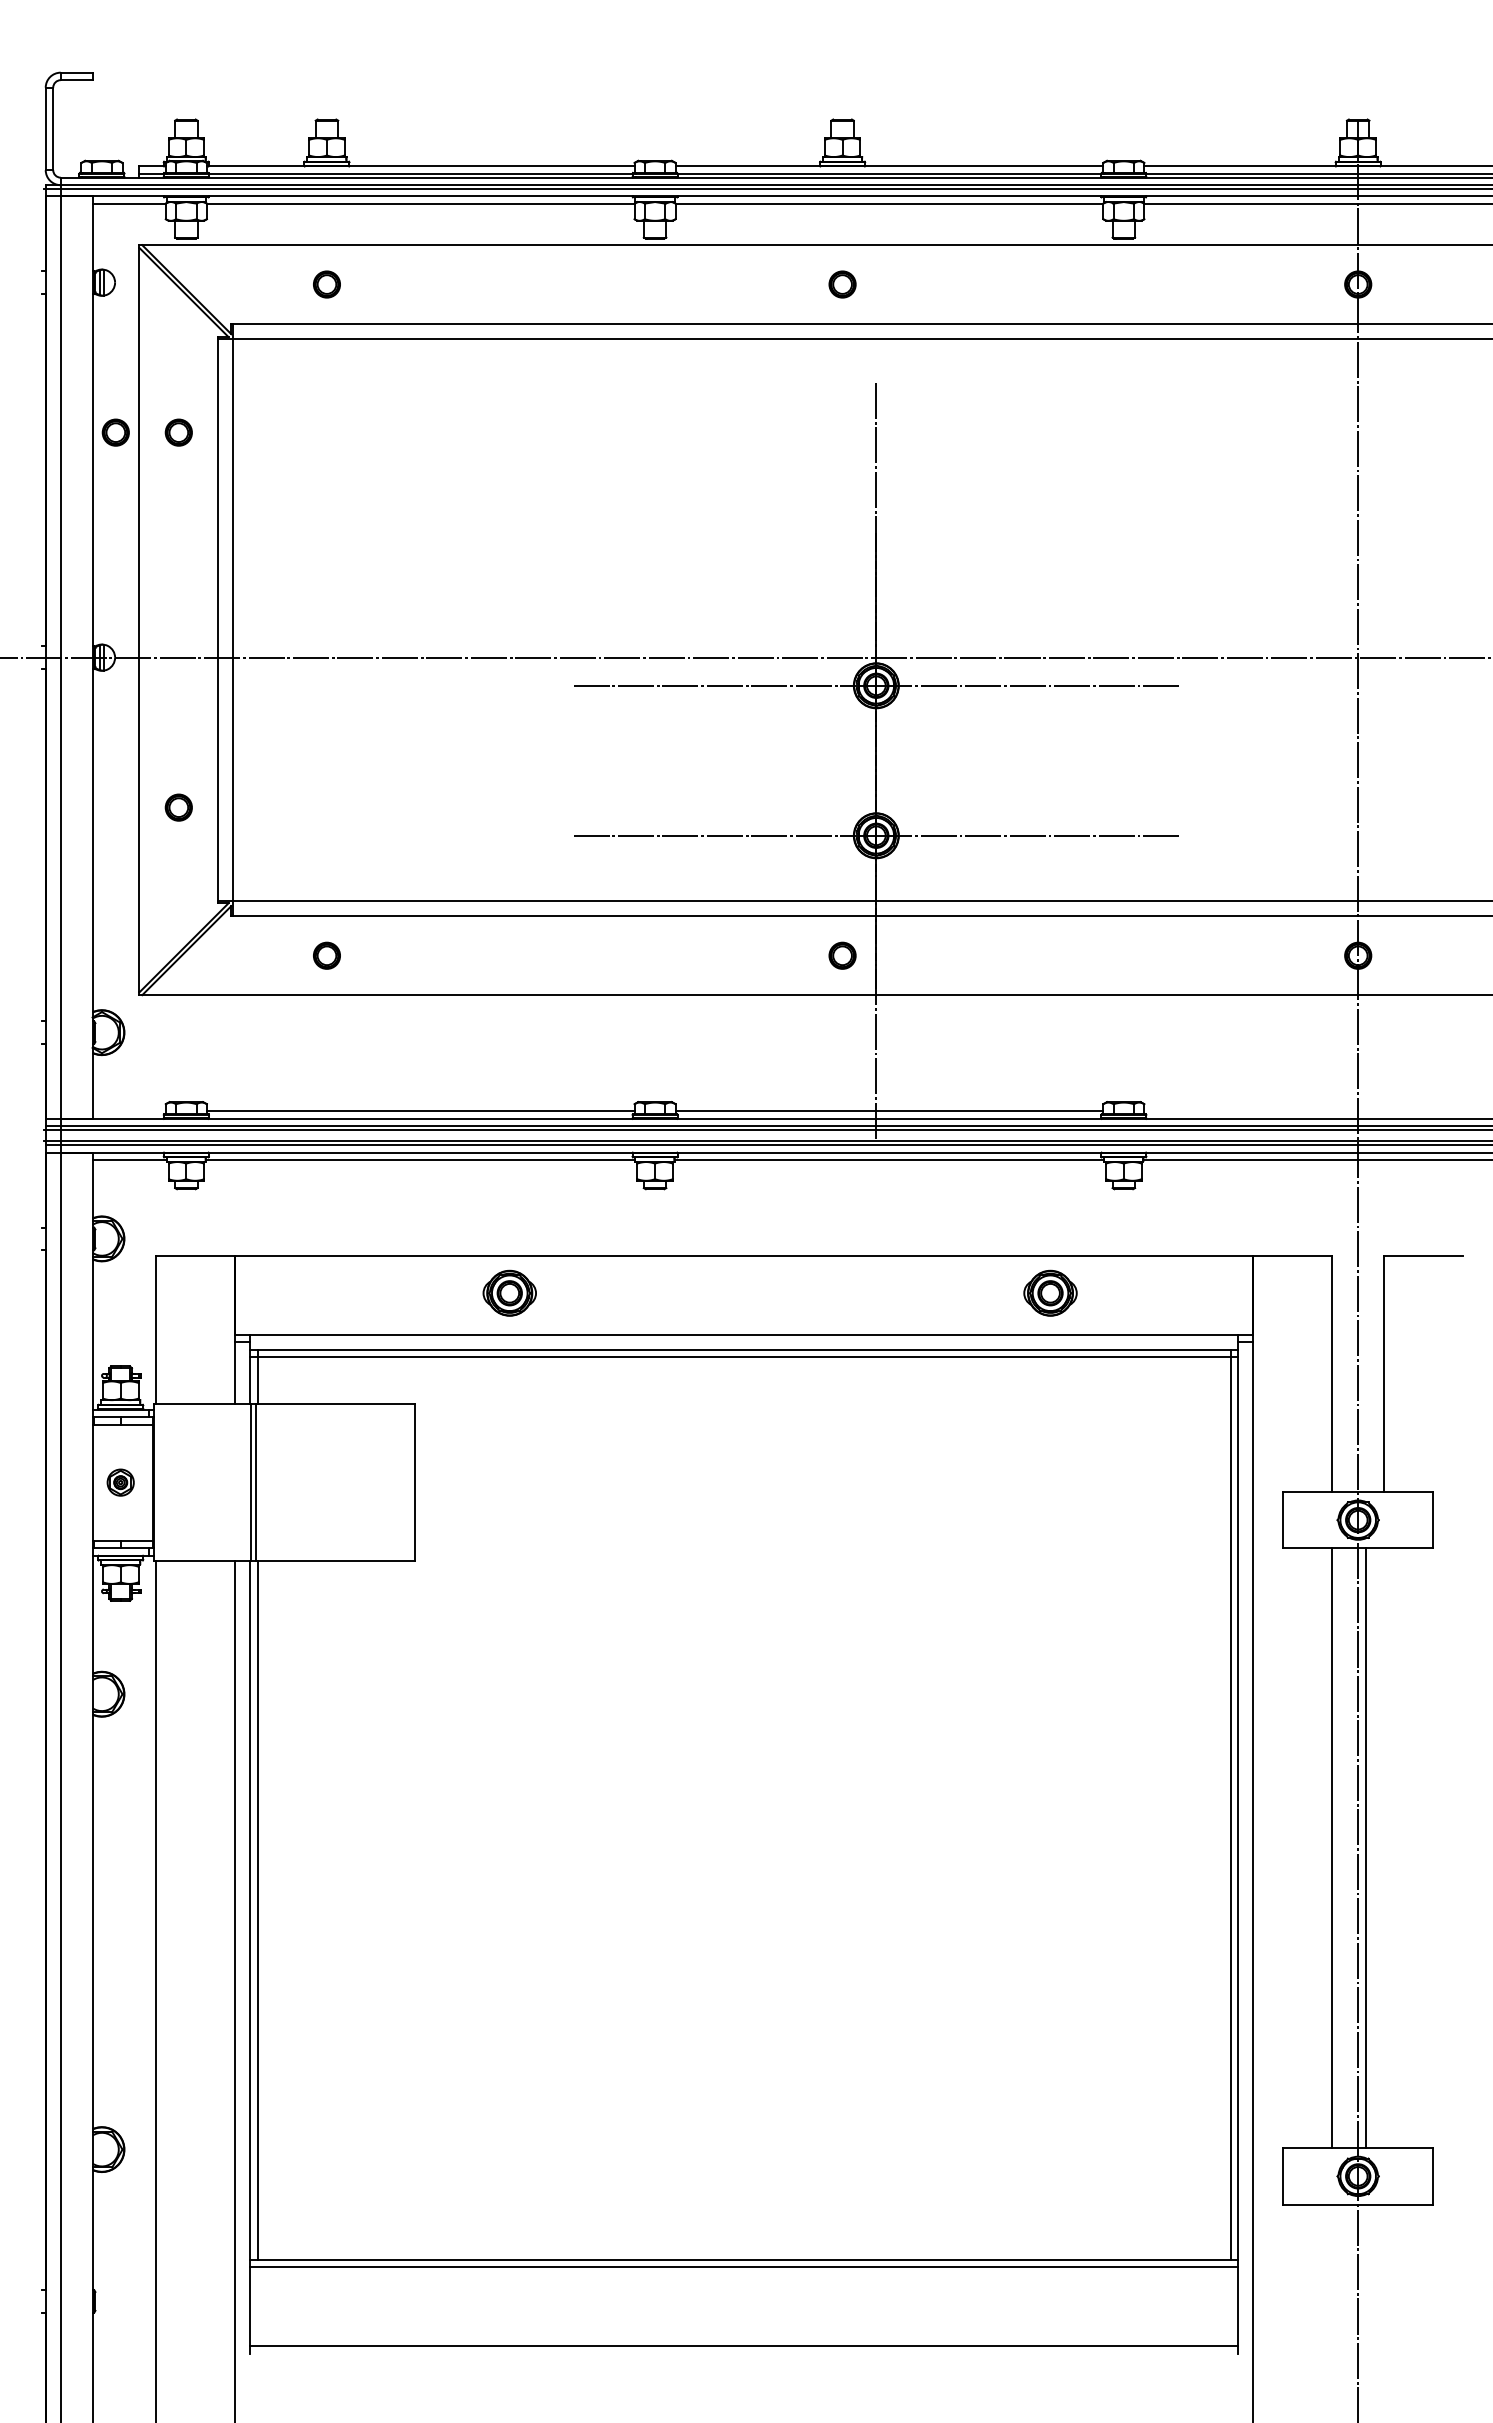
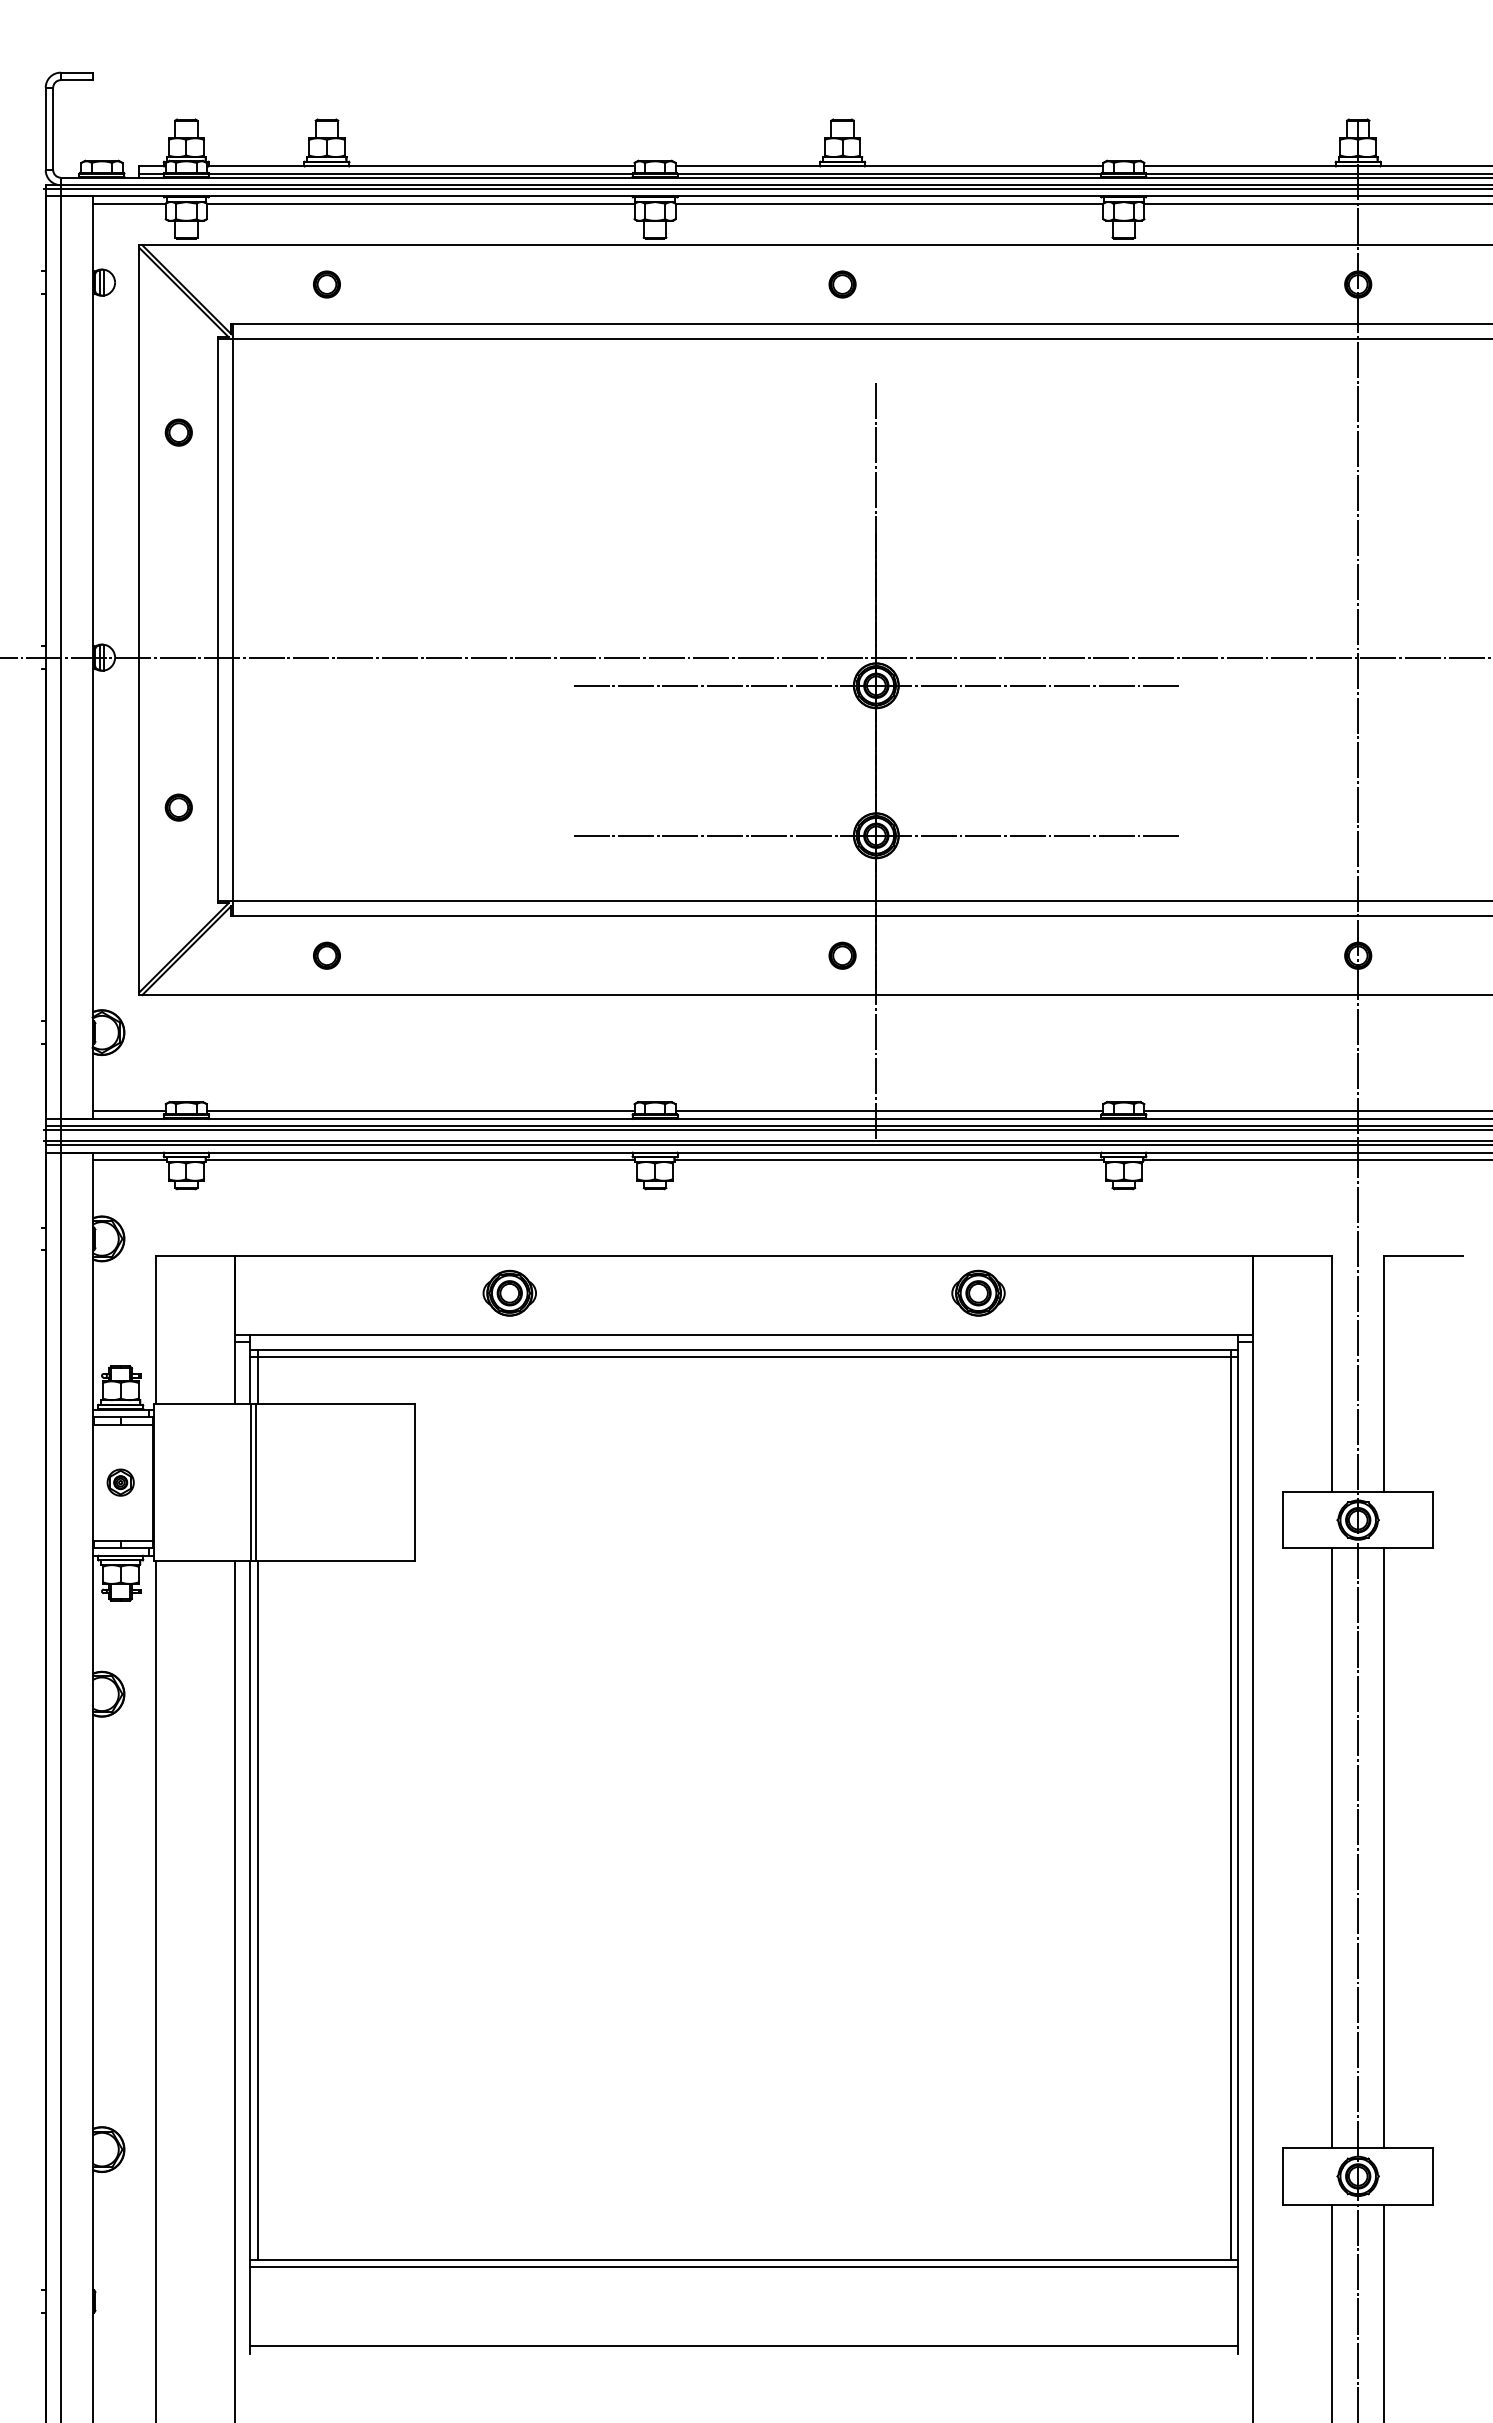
part at (115, 432): present -> none
line at (128, 1111): none -> present
line at (1316, 1111): none -> present
part at (1050, 1292) position: (1050, 1292) -> (978, 1292)
line at (1366, 1848) position: (1366, 1848) -> (1384, 1848)
line at (1331, 2311): none -> present
line at (1384, 2311): none -> present
